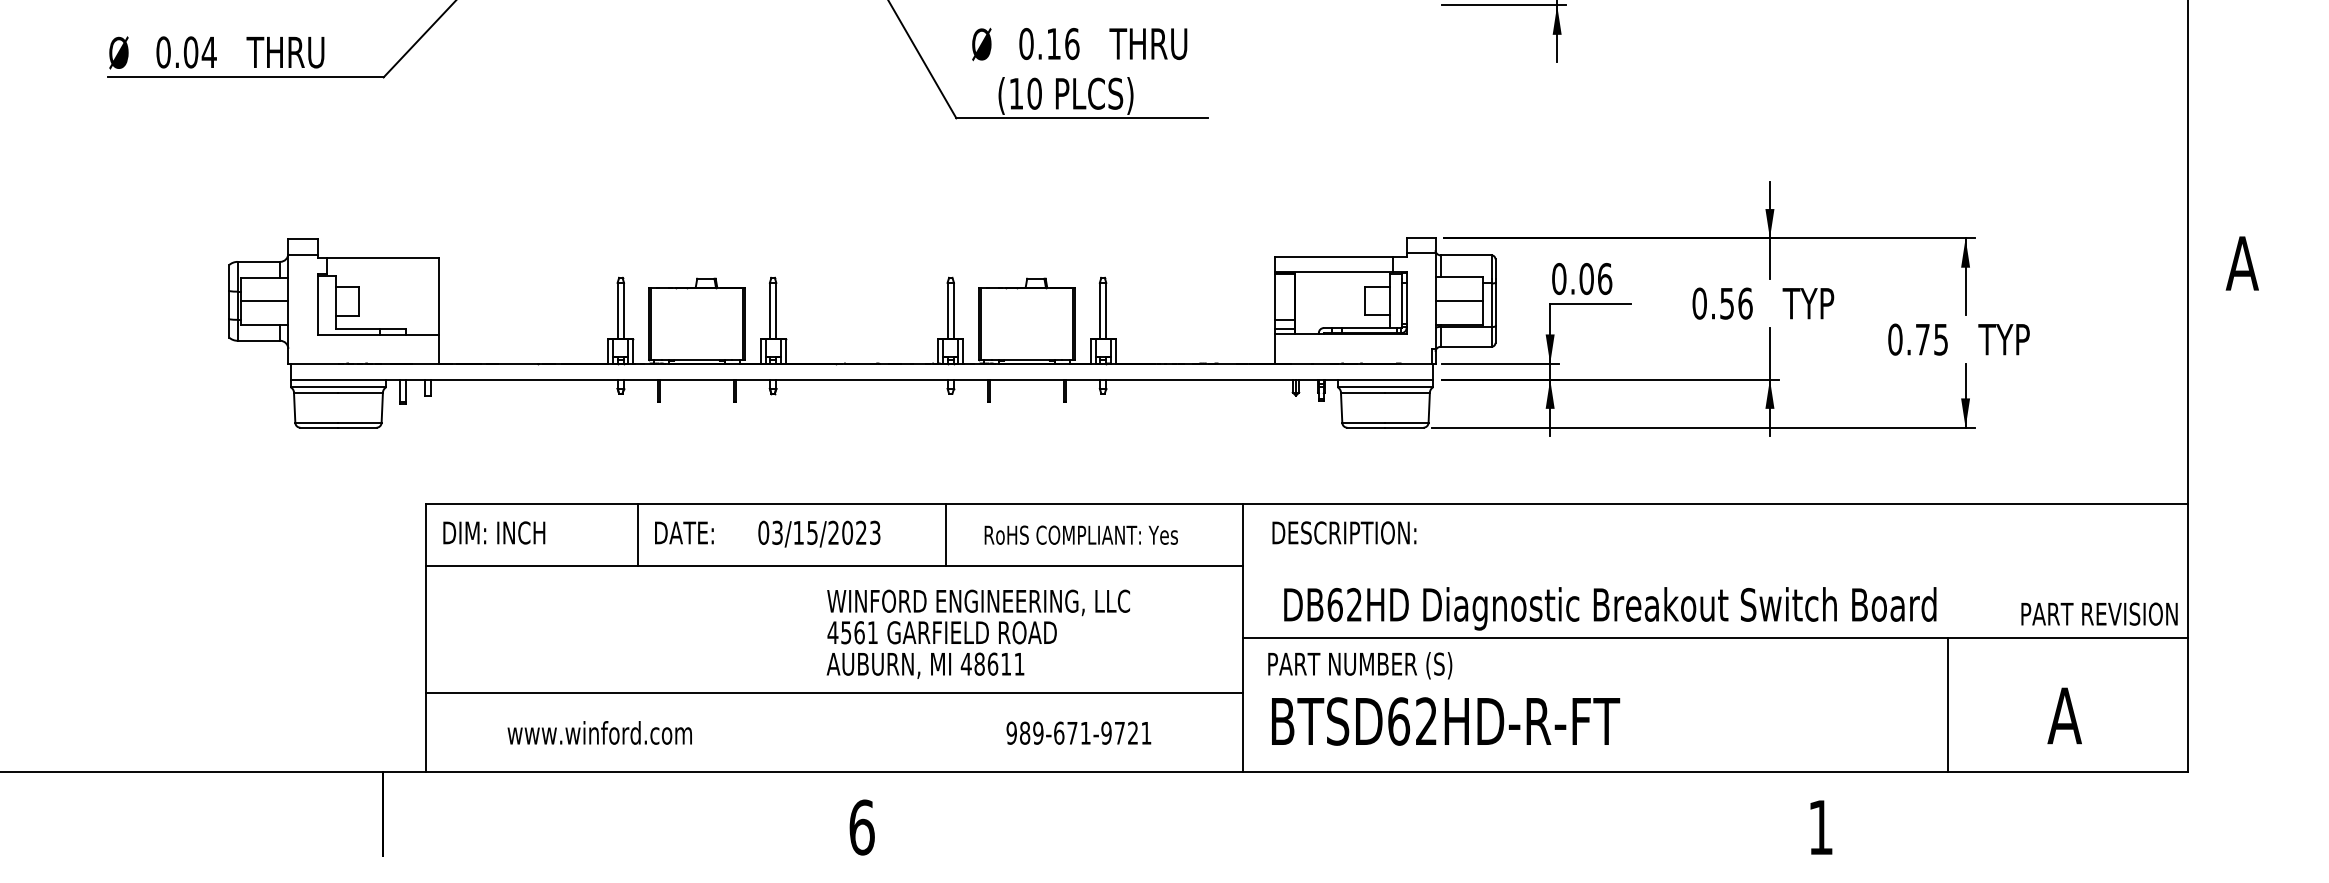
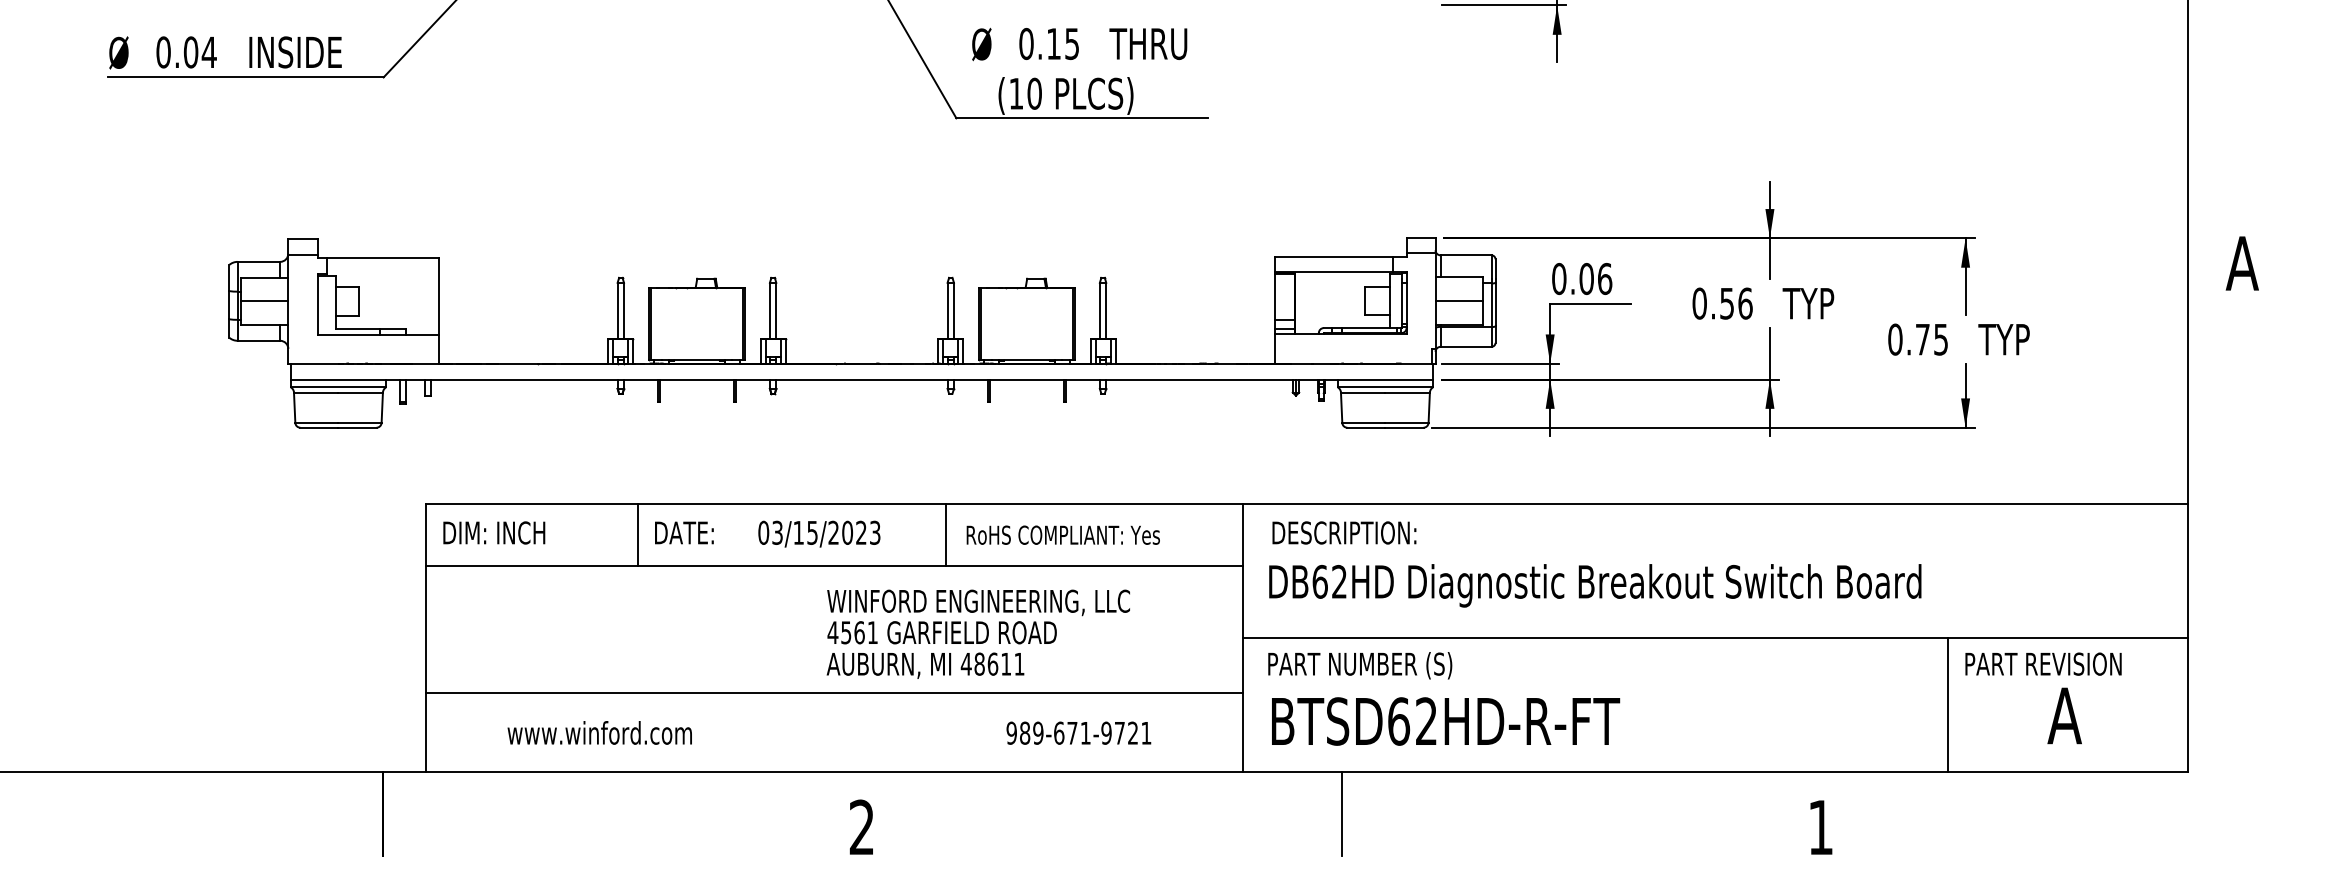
text at (1072, 44): 0.16 -> 0.15
text at (293, 52): THRU -> INSIDE
text at (1080, 534) position: (1080, 534) -> (1062, 534)
text at (1610, 608) position: (1610, 608) -> (1595, 585)
text at (2099, 613) position: (2099, 613) -> (2043, 663)
line at (1342, 813): none -> present
text at (861, 827): 6 -> 2
